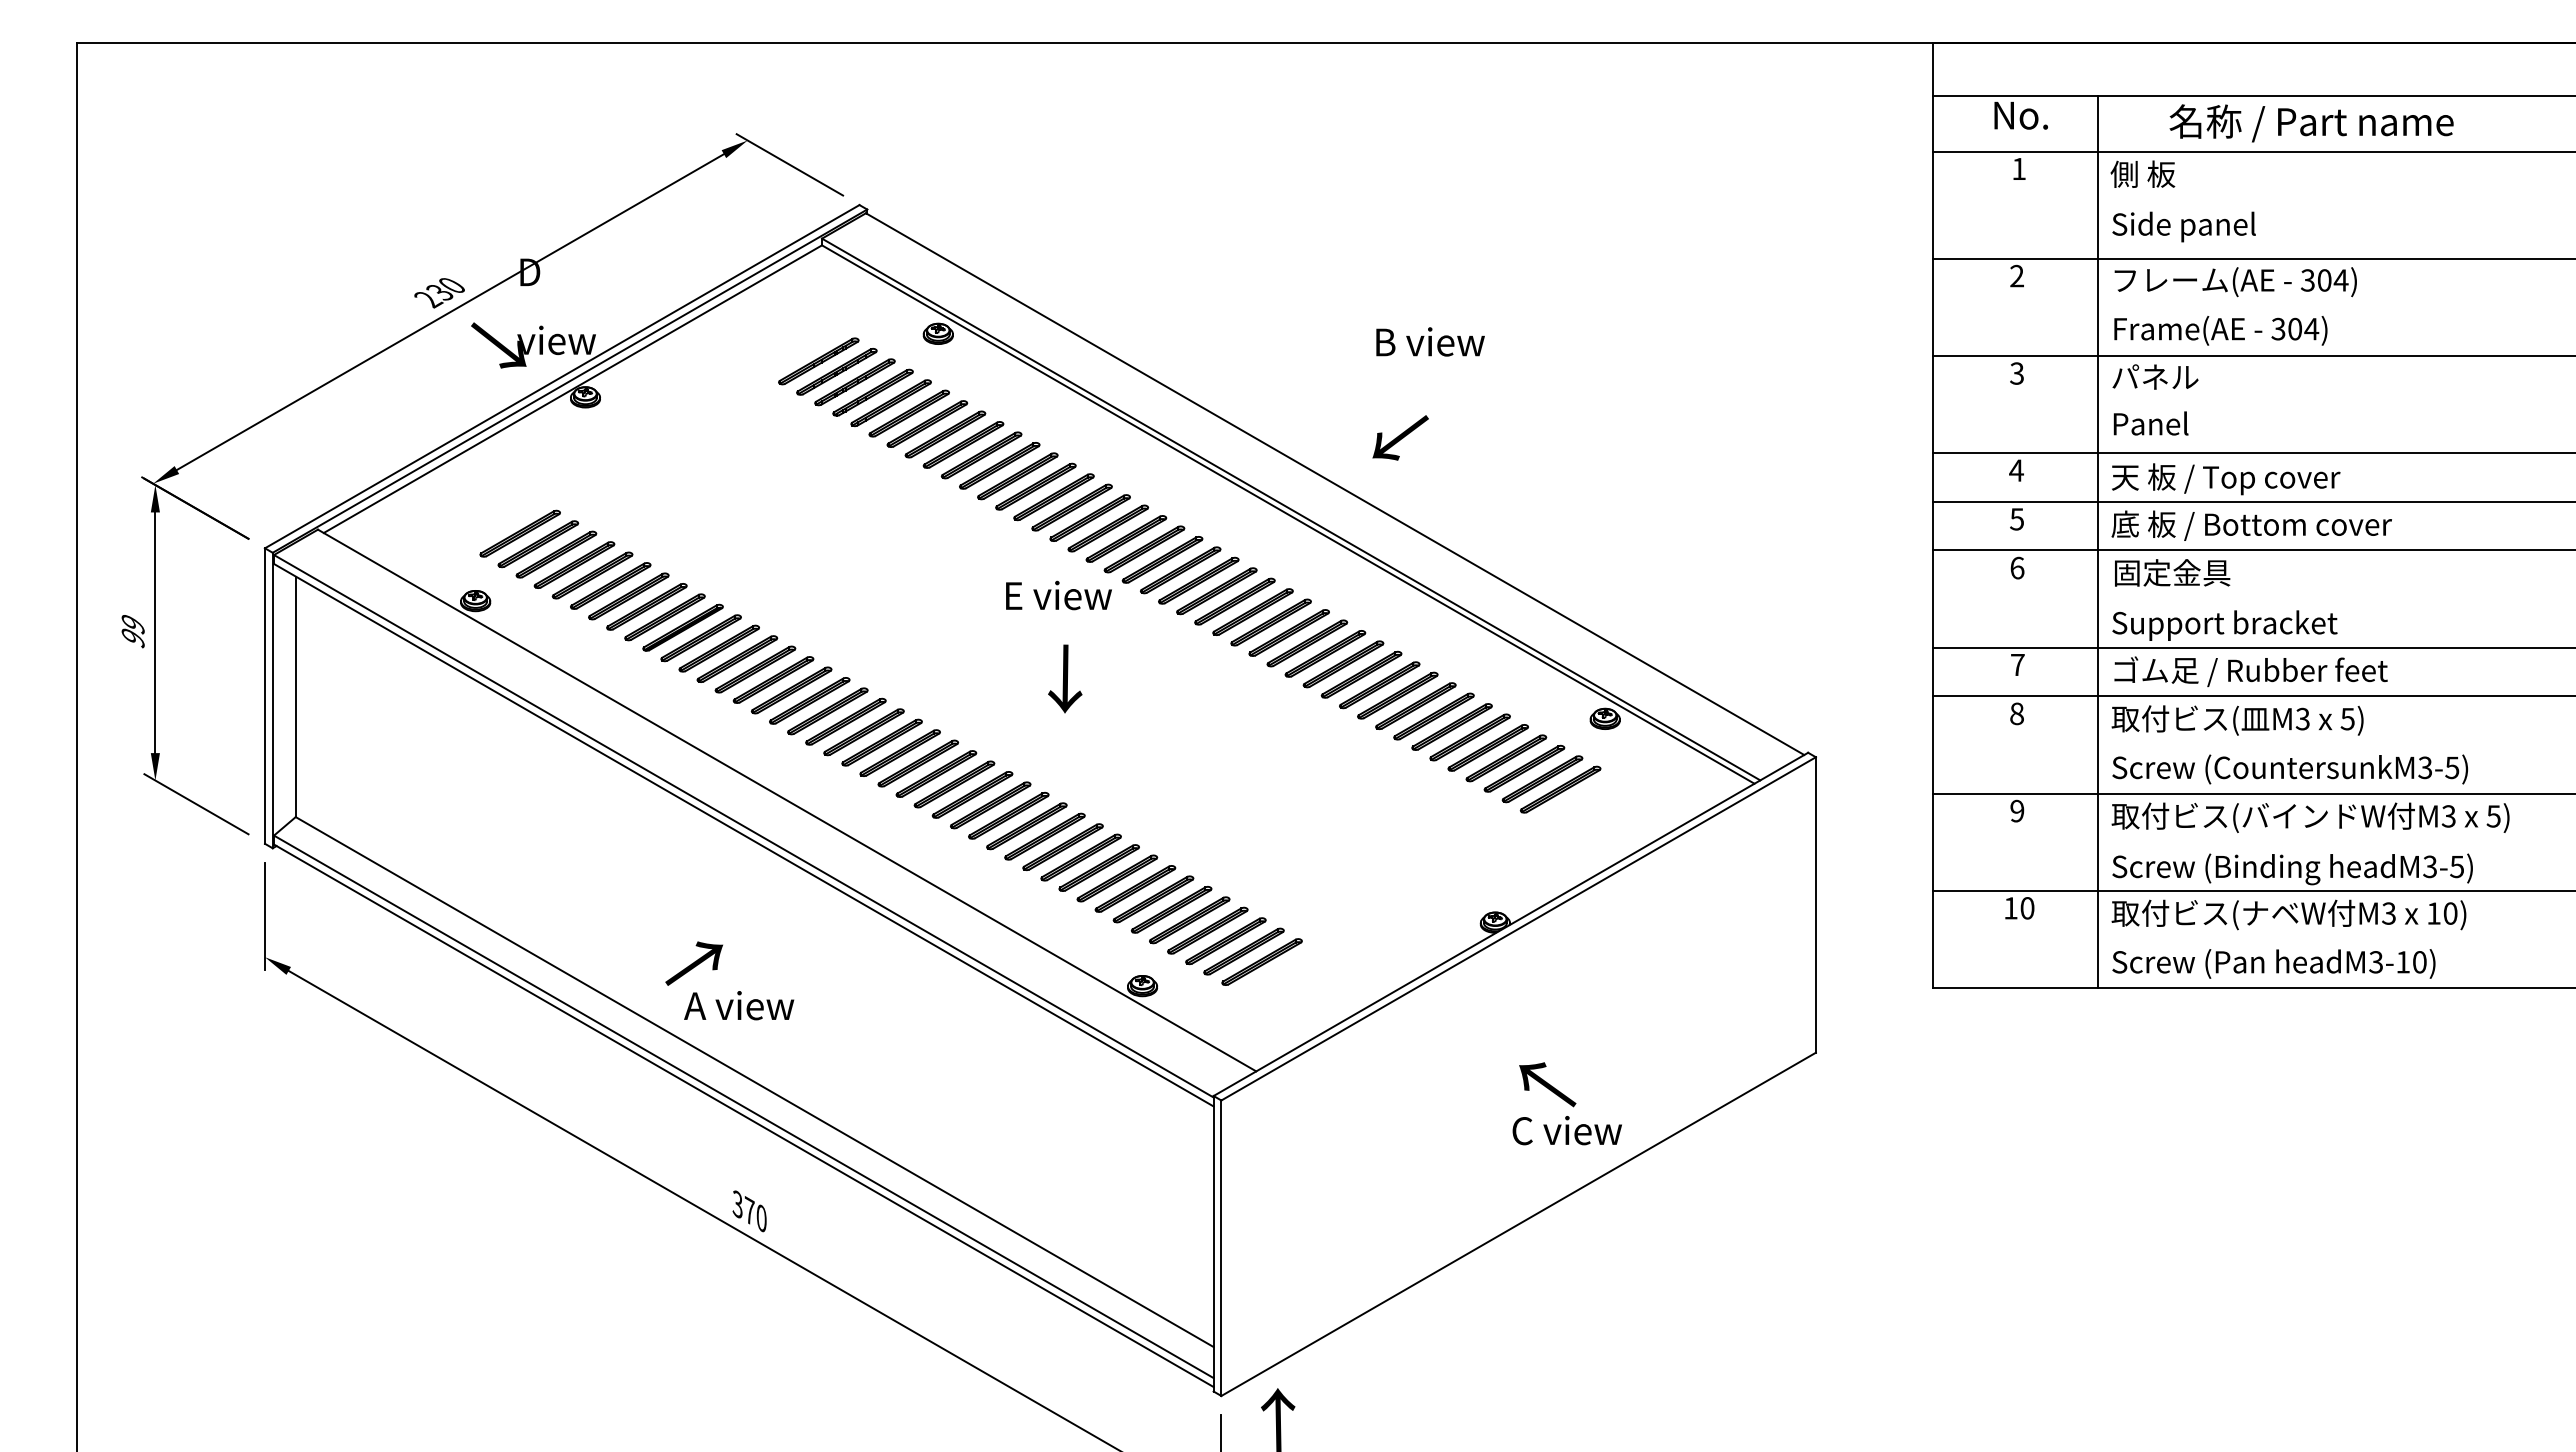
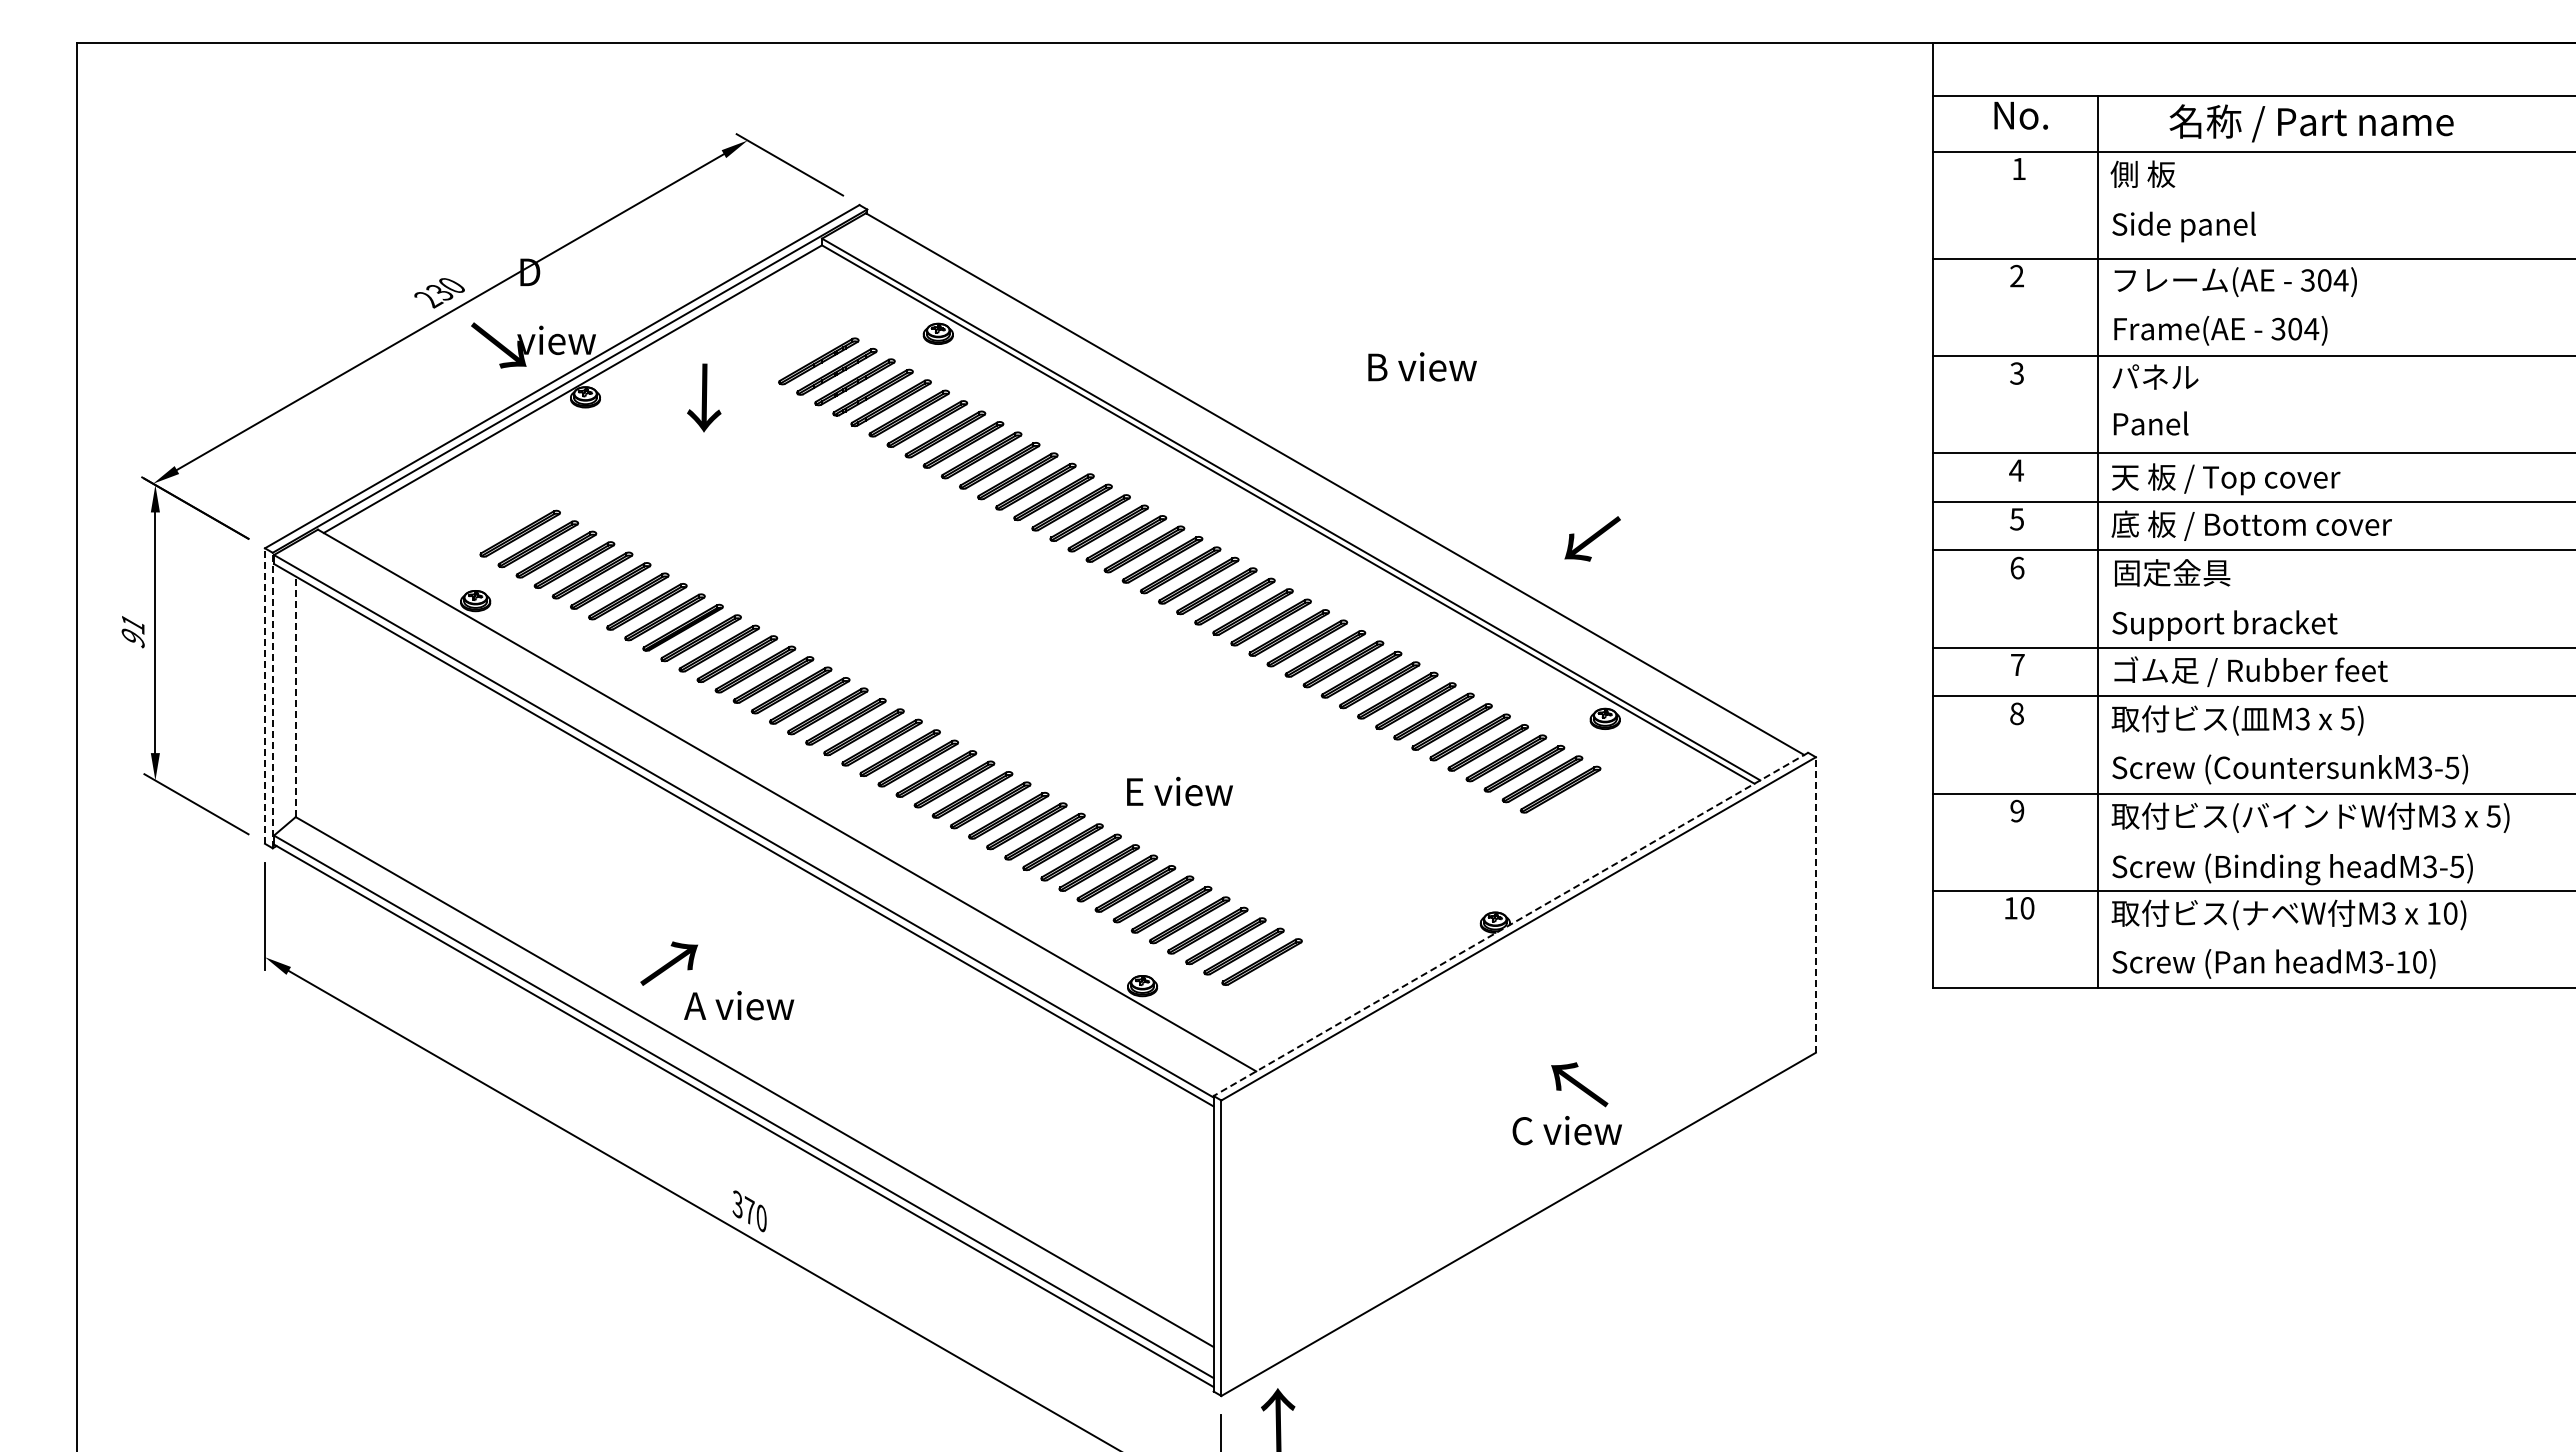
text at (1430, 341) position: (1430, 341) -> (1422, 366)
text at (1400, 437) position: (1400, 437) -> (1592, 538)
text at (1058, 595) position: (1058, 595) -> (1179, 791)
text at (132, 624): 99 -> 91
text at (1065, 678) position: (1065, 678) -> (704, 397)
line at (264, 696): solid -> dashed
line at (295, 696): solid -> dashed
line at (272, 700): solid -> dashed
line at (1815, 904): solid -> dashed
line at (1510, 924): solid -> dashed
text at (693, 963) position: (693, 963) -> (668, 963)
text at (1547, 1084) position: (1547, 1084) -> (1579, 1084)
